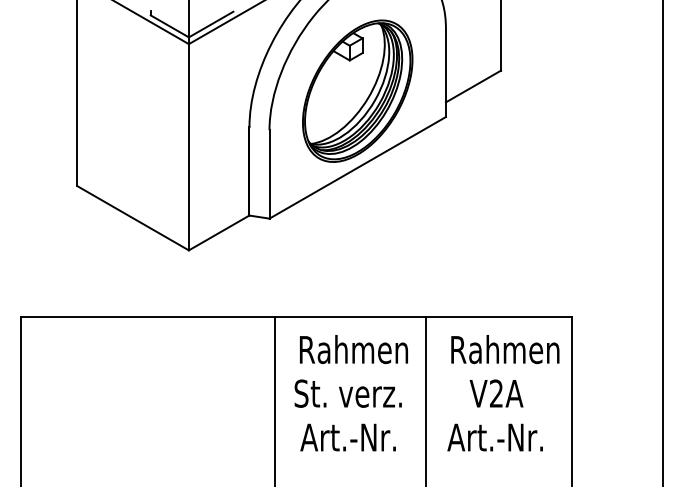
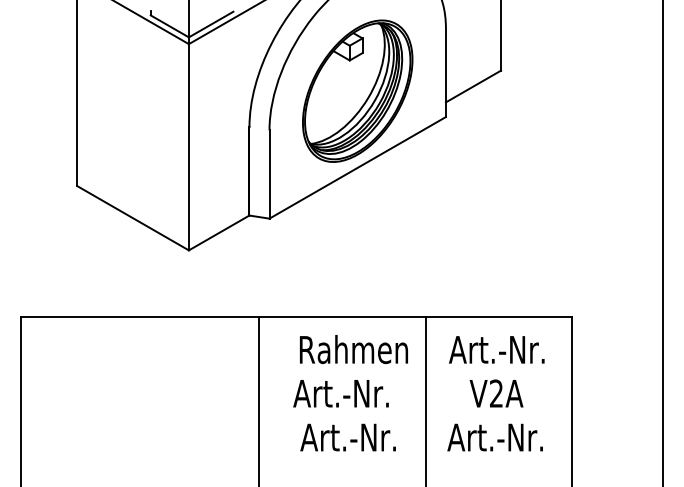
text at (504, 349): Rahmen -> Art.-Nr.
text at (347, 393): St. verz. -> Art.-Nr.
line at (275, 400) position: (275, 400) -> (259, 400)
